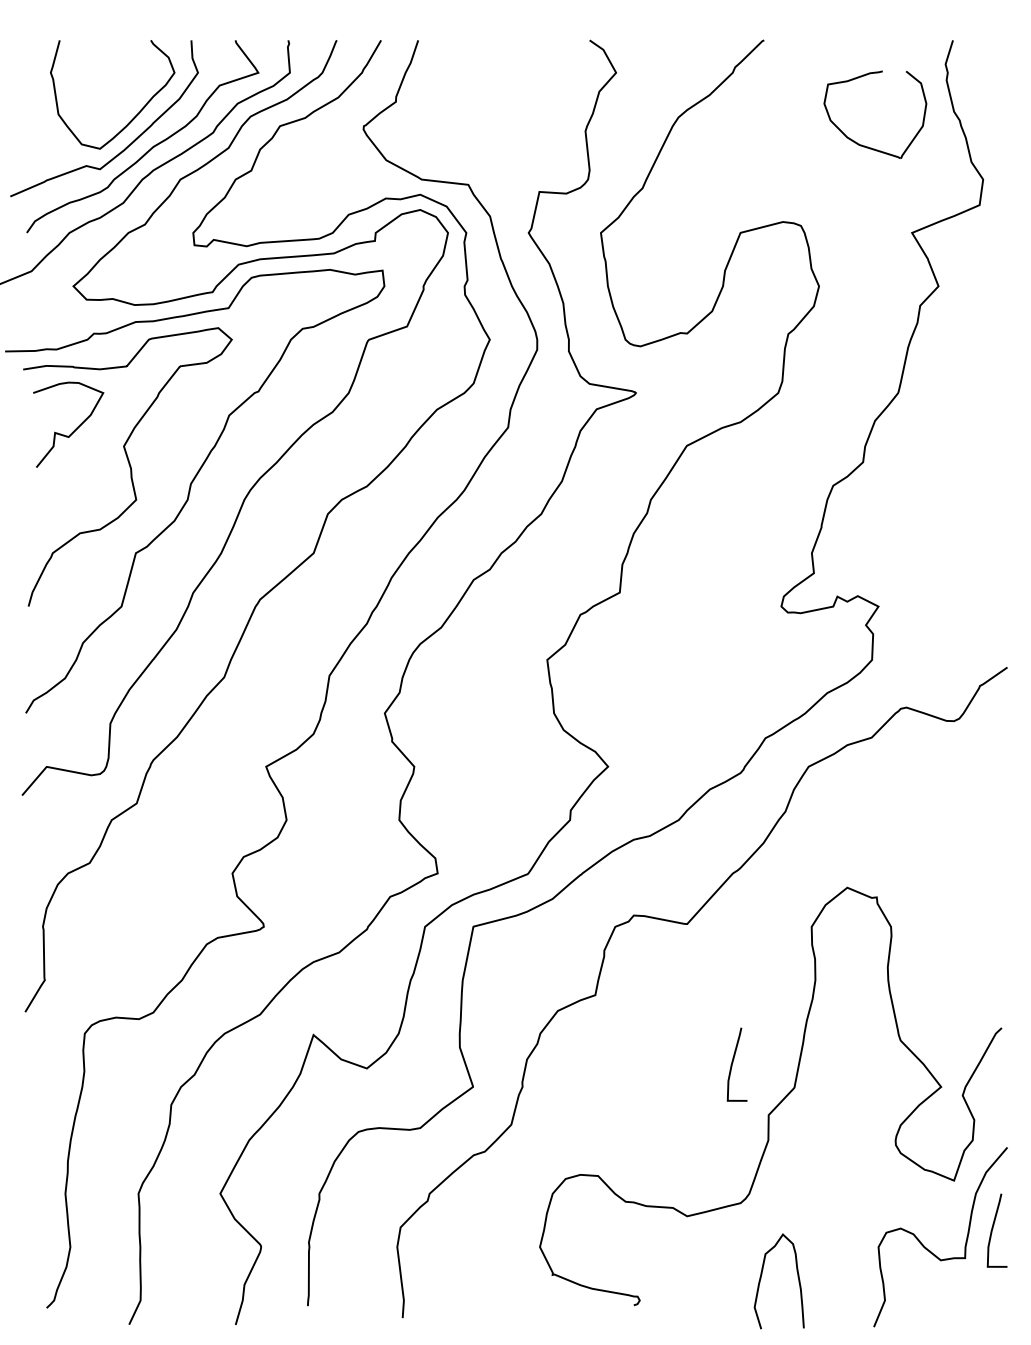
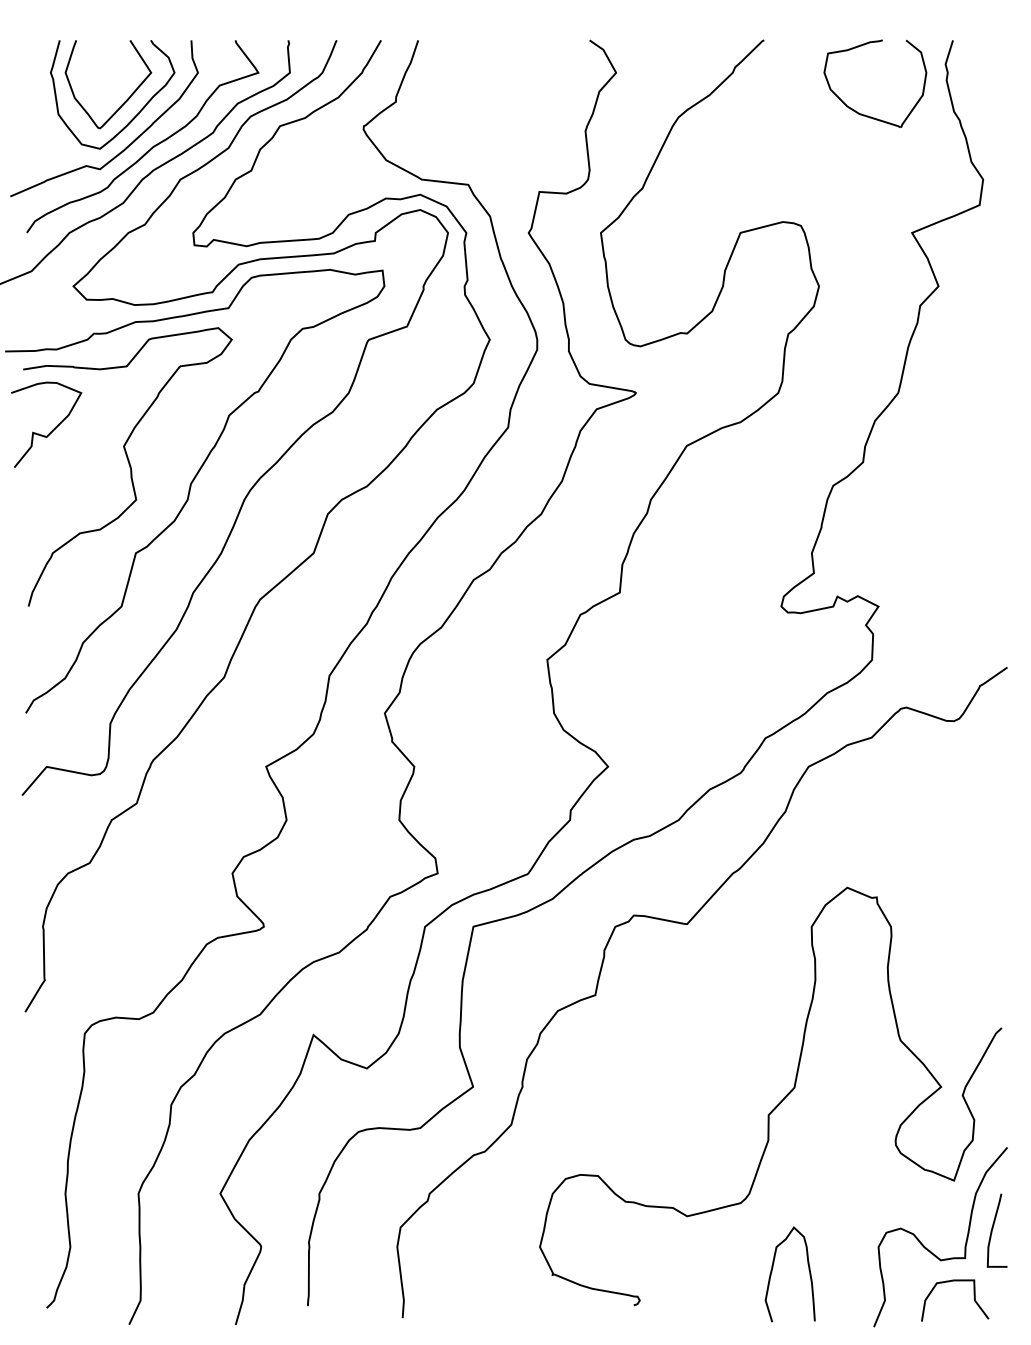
curve at (125, 100): none -> present
part at (865, 145) position: (865, 145) -> (865, 114)
curve at (74, 429) position: (74, 429) -> (52, 429)
curve at (733, 1062): present -> none
curve at (761, 1279) position: (761, 1279) -> (772, 1272)
curve at (973, 1297): none -> present
